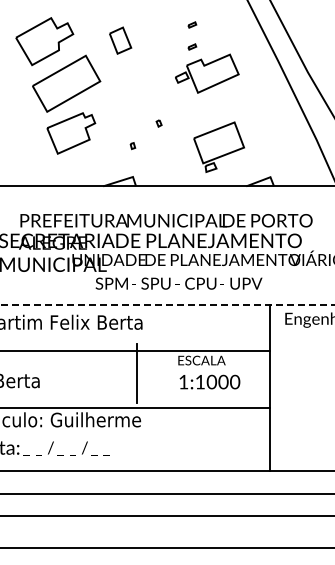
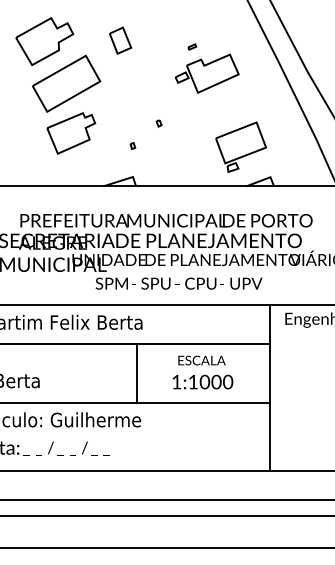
part at (192, 24): present -> none
part at (218, 146) position: (218, 146) -> (240, 146)
line at (168, 304): dashed -> solid
line at (136, 350) position: (136, 350) -> (136, 343)
text at (209, 381) position: (209, 381) -> (202, 381)
line at (136, 408) position: (136, 408) -> (136, 403)
line at (166, 493) position: (166, 493) -> (166, 499)
